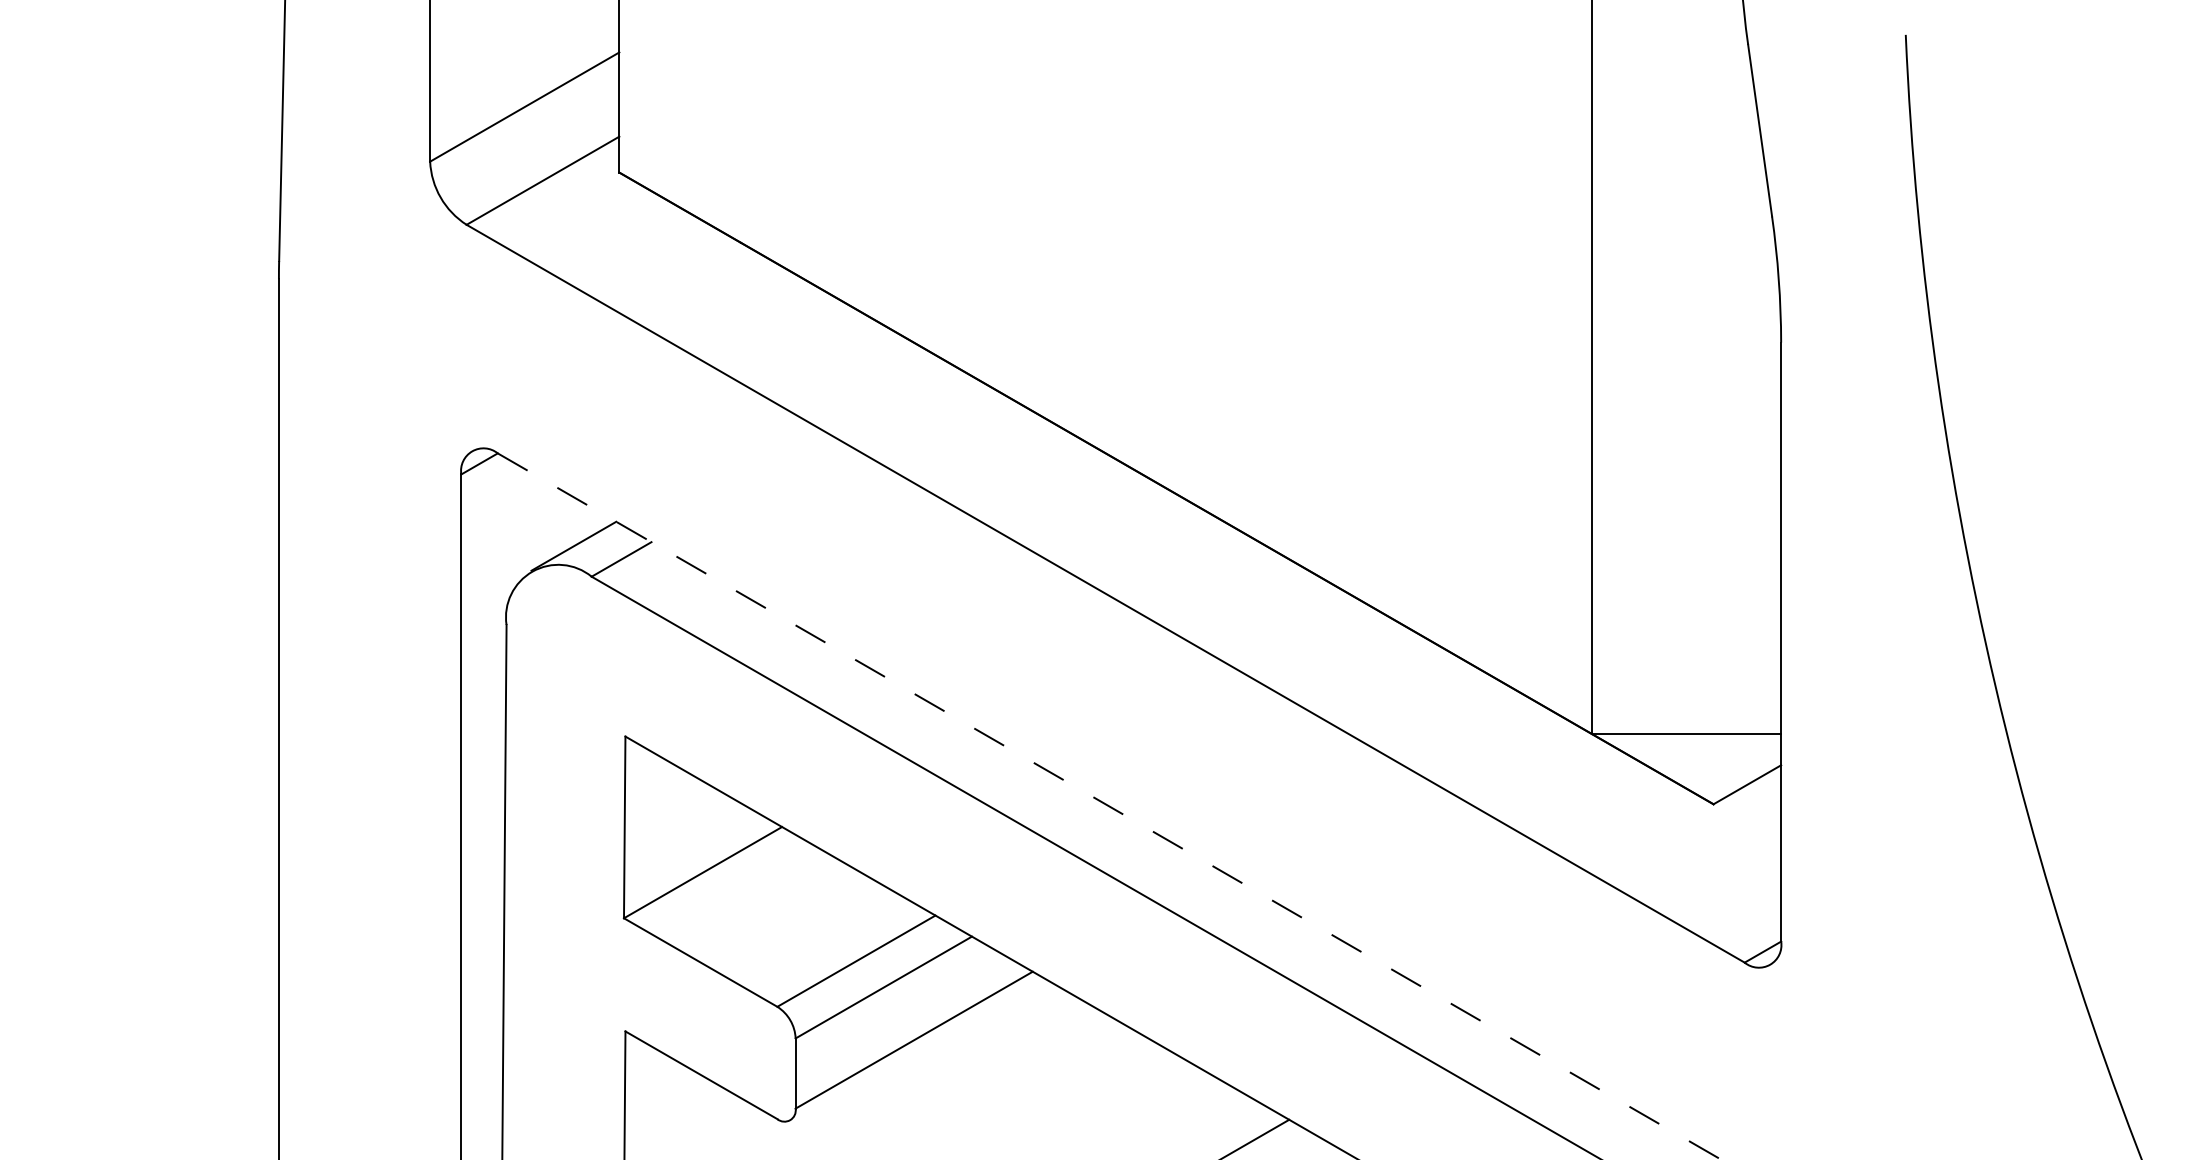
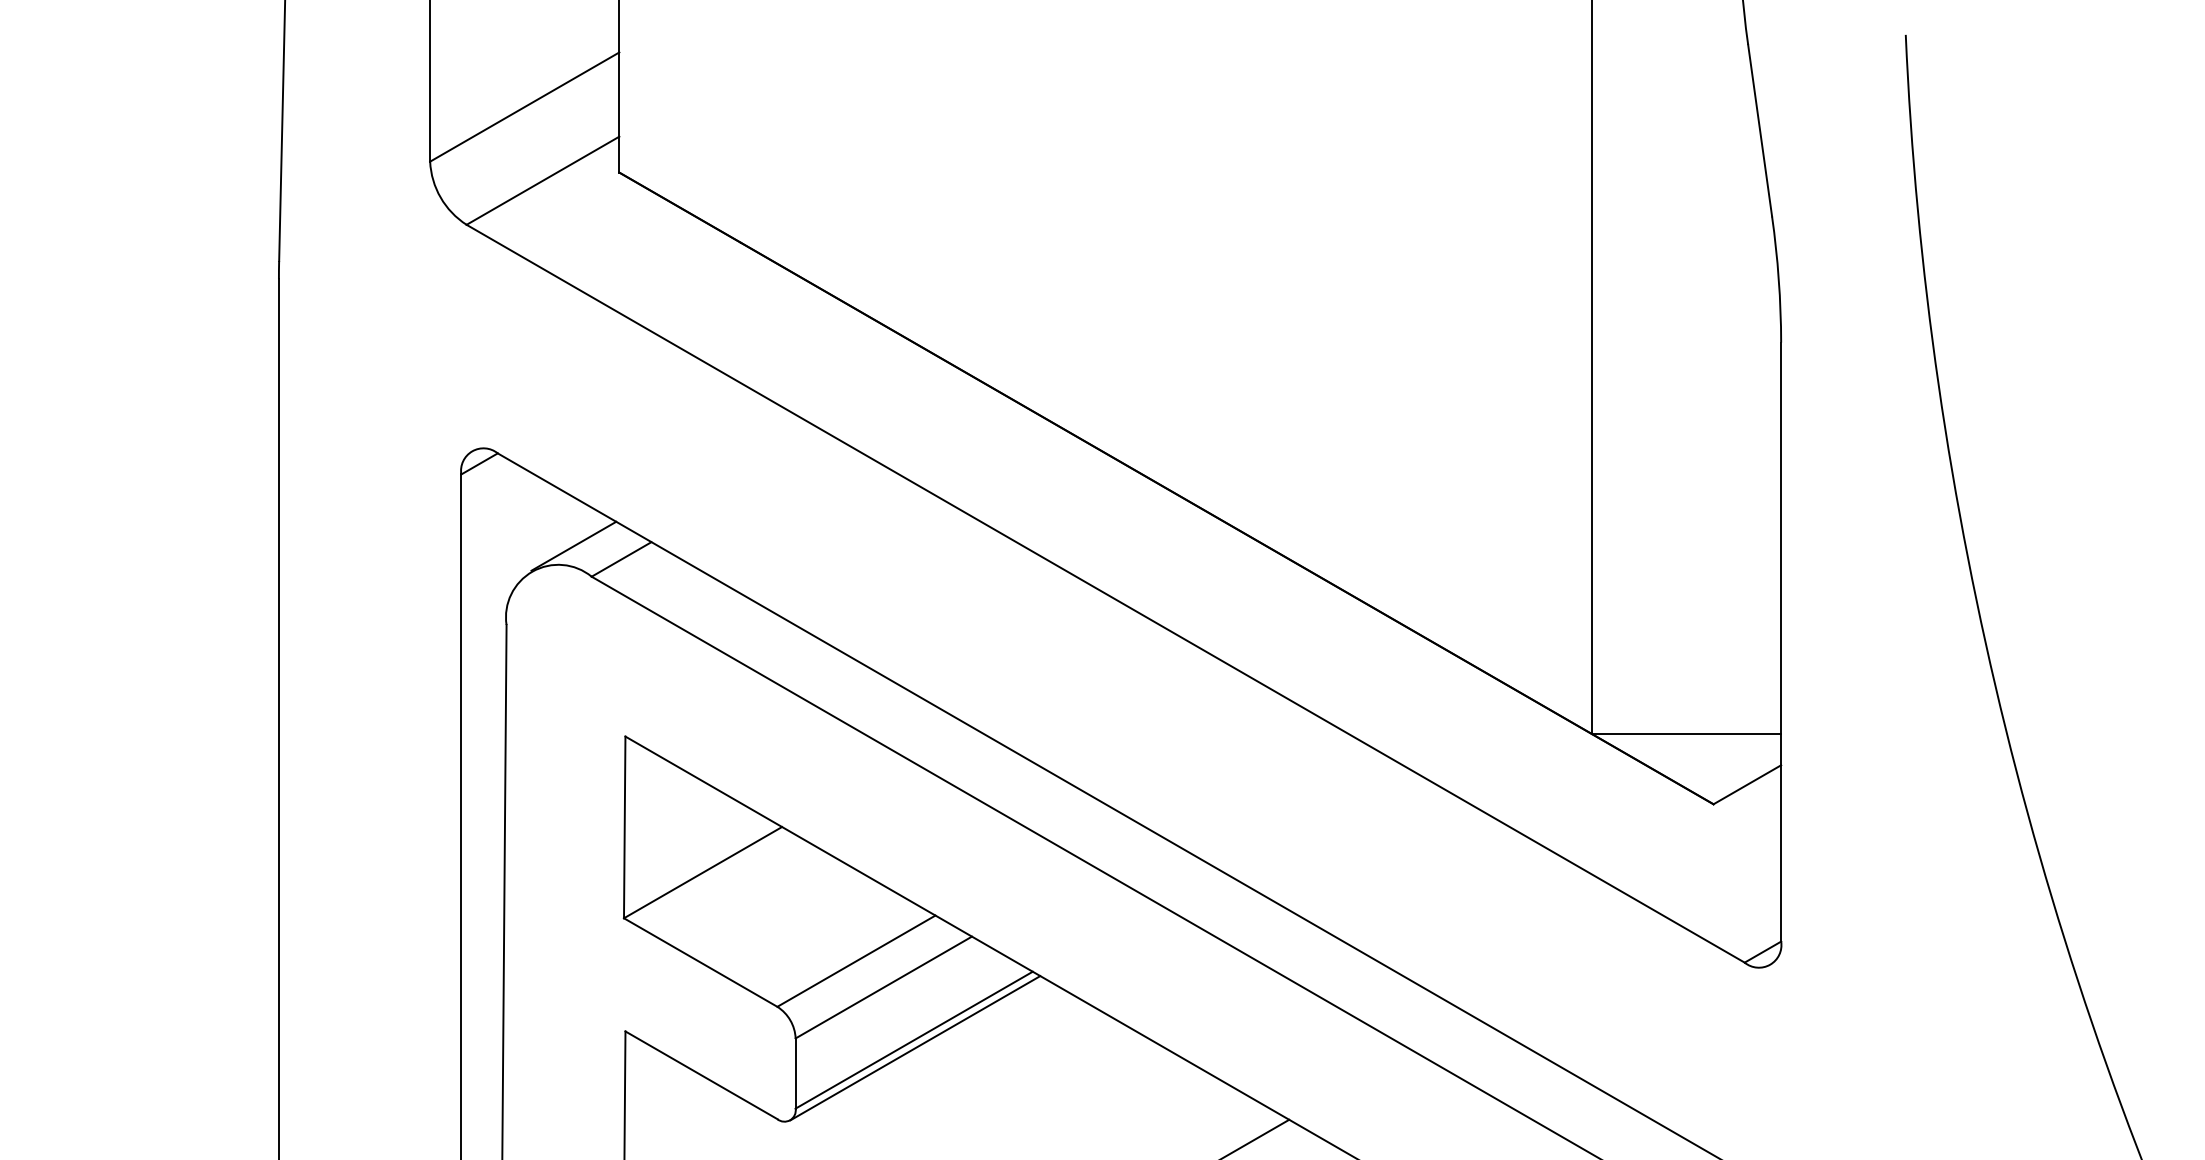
line at (1110, 806): dashed -> solid
line at (915, 1048): none -> present
